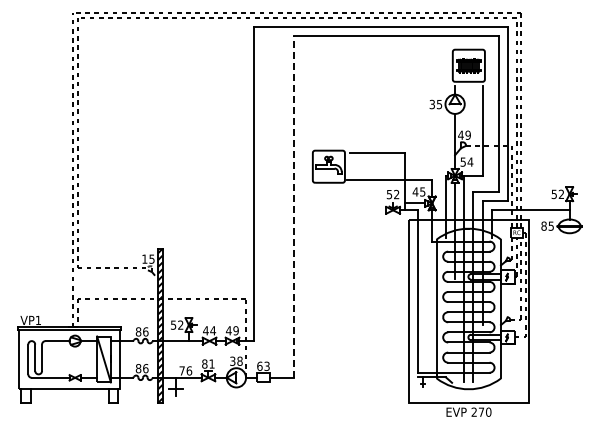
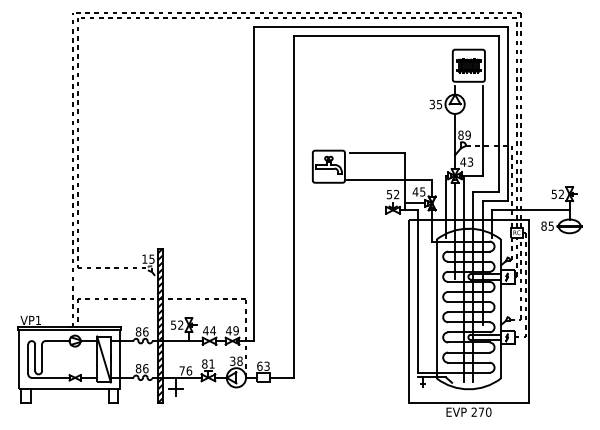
text at (460, 134): 49 -> 89
text at (466, 161): 54 -> 43
line at (294, 206): dashed -> solid
